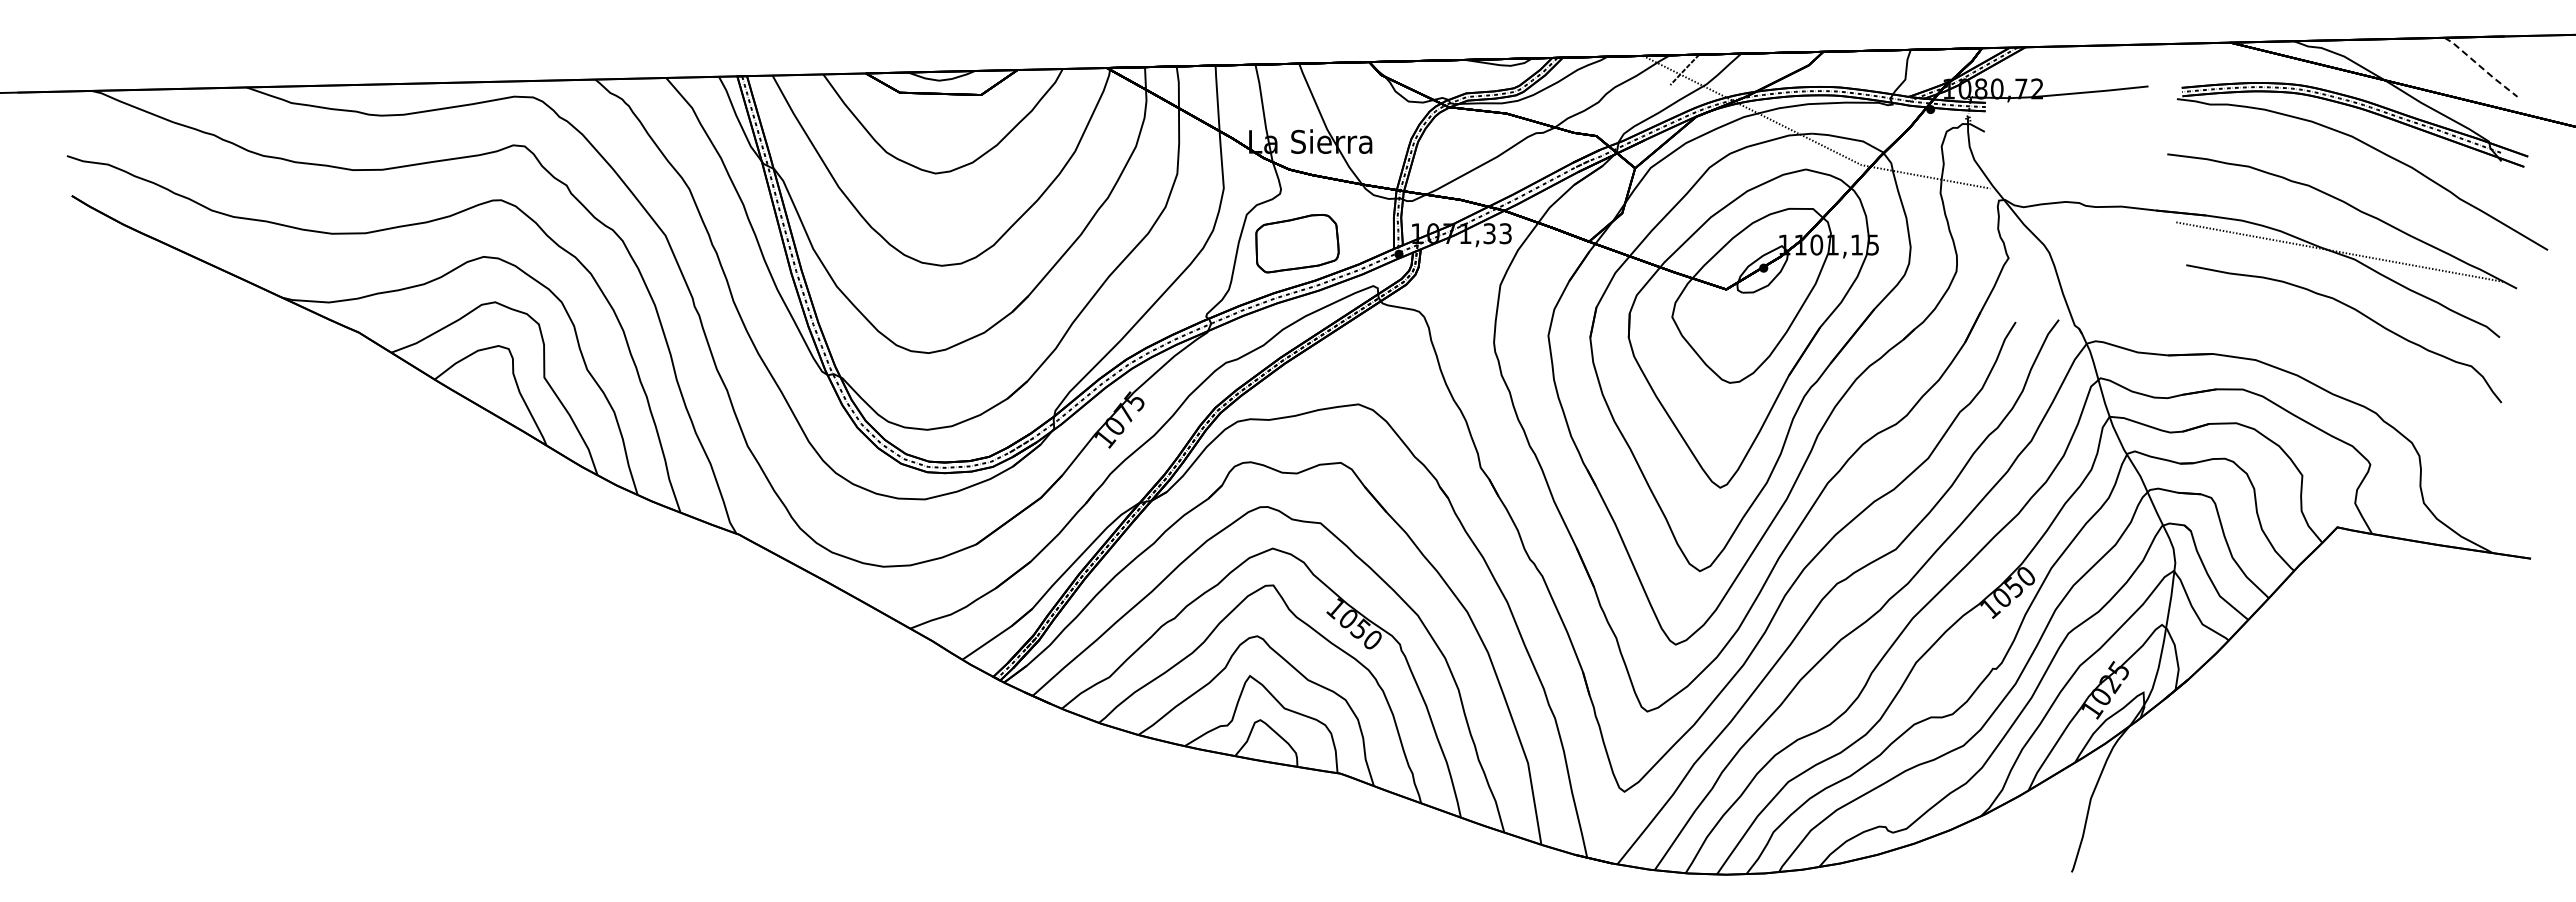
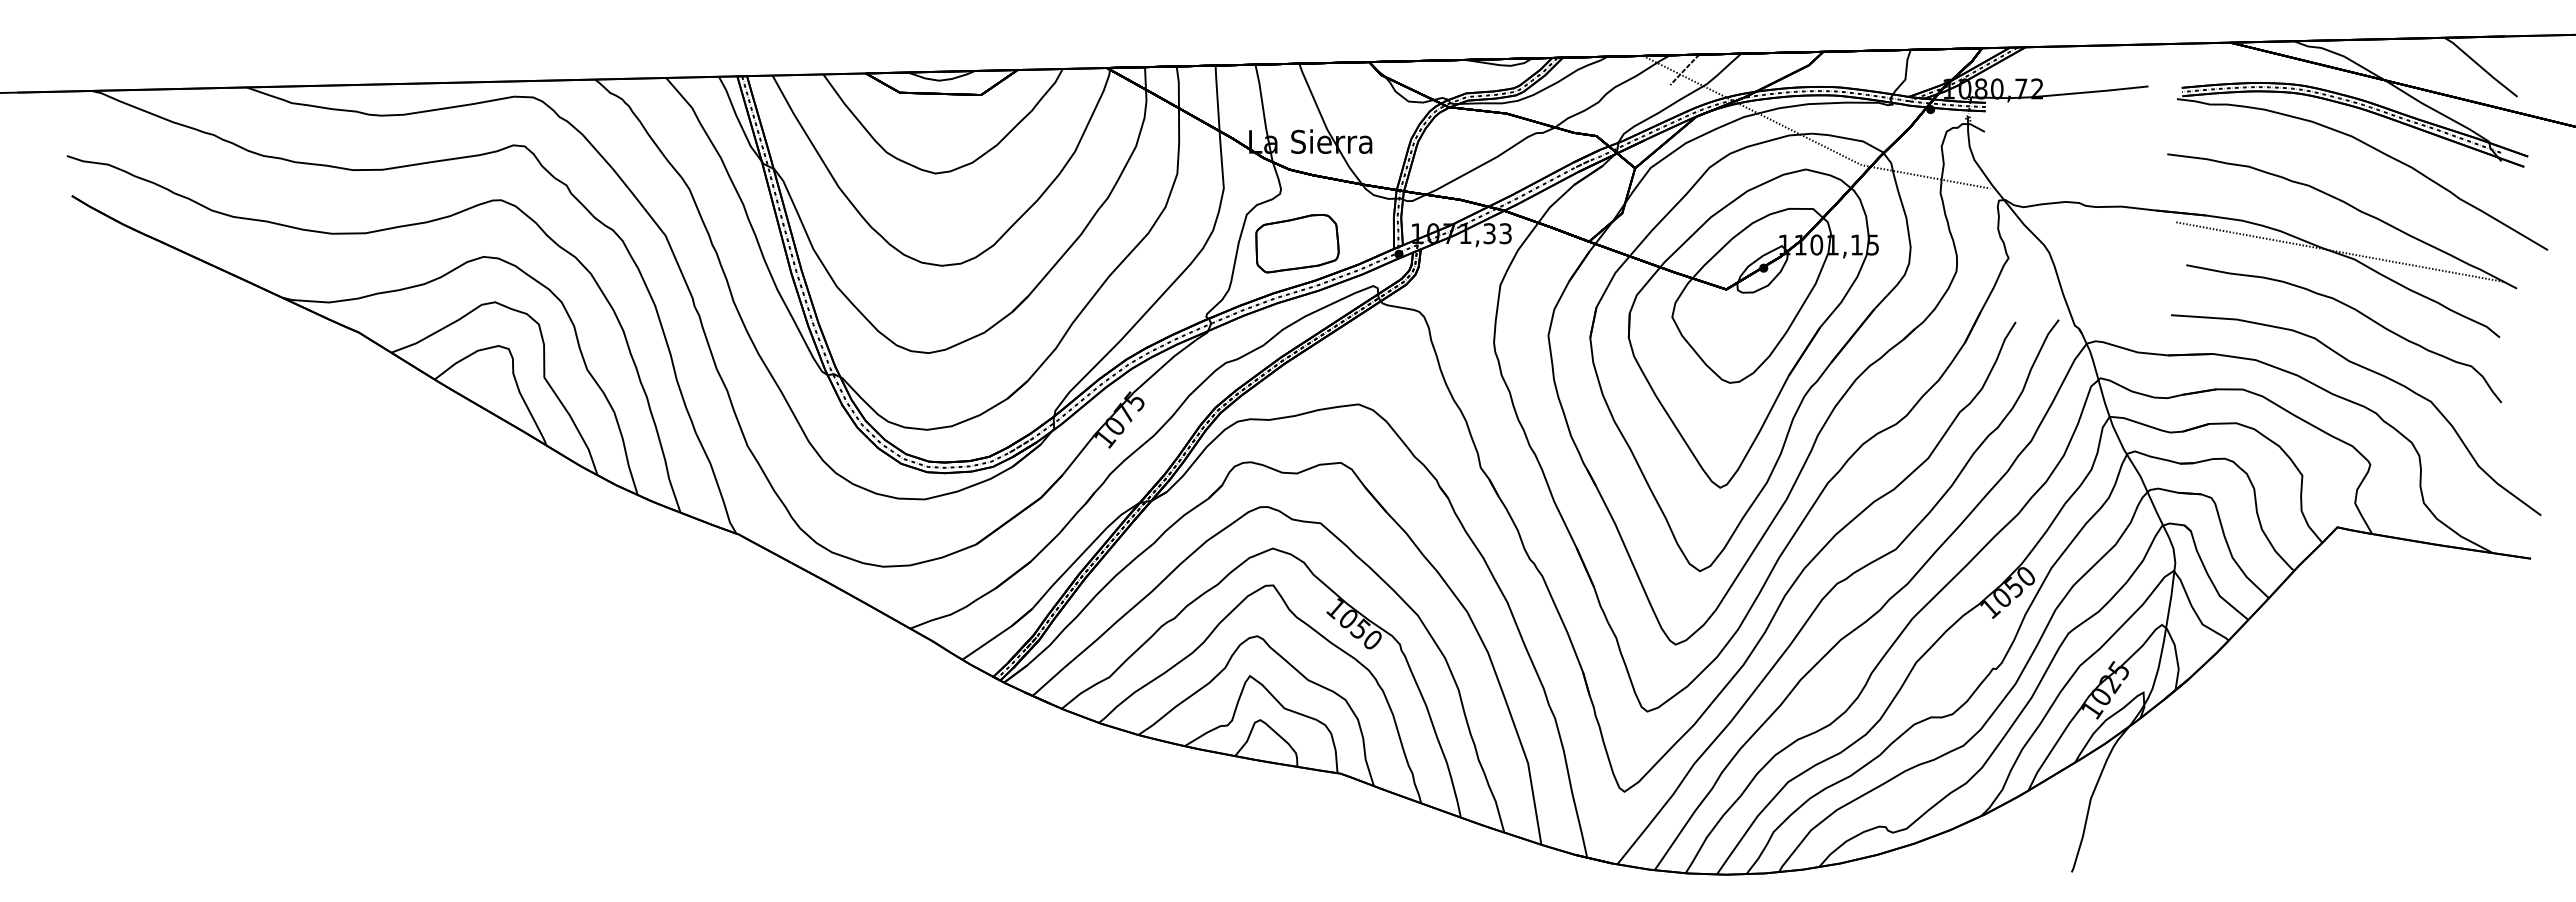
line at (2481, 67): dashed -> solid
curve at (2372, 372): none -> present
